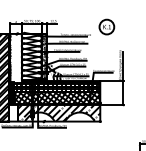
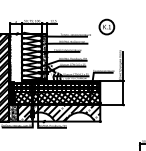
hatch at (13, 112): none -> present
